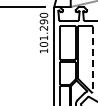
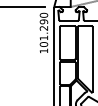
line at (92, 59): dashed -> solid
